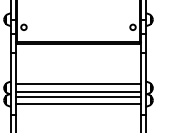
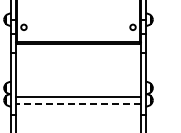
line at (78, 84): present -> none
line at (78, 91): present -> none
line at (78, 104): solid -> dashed
